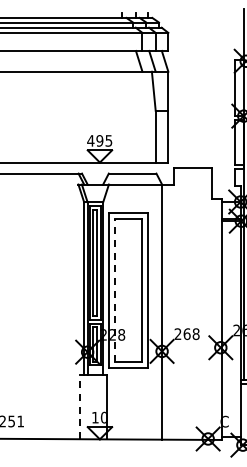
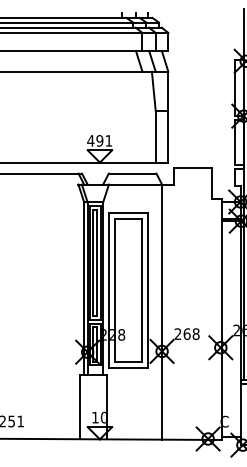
text at (108, 140): 495 -> 491
line at (115, 289): dashed -> solid
line at (80, 407): dashed -> solid
